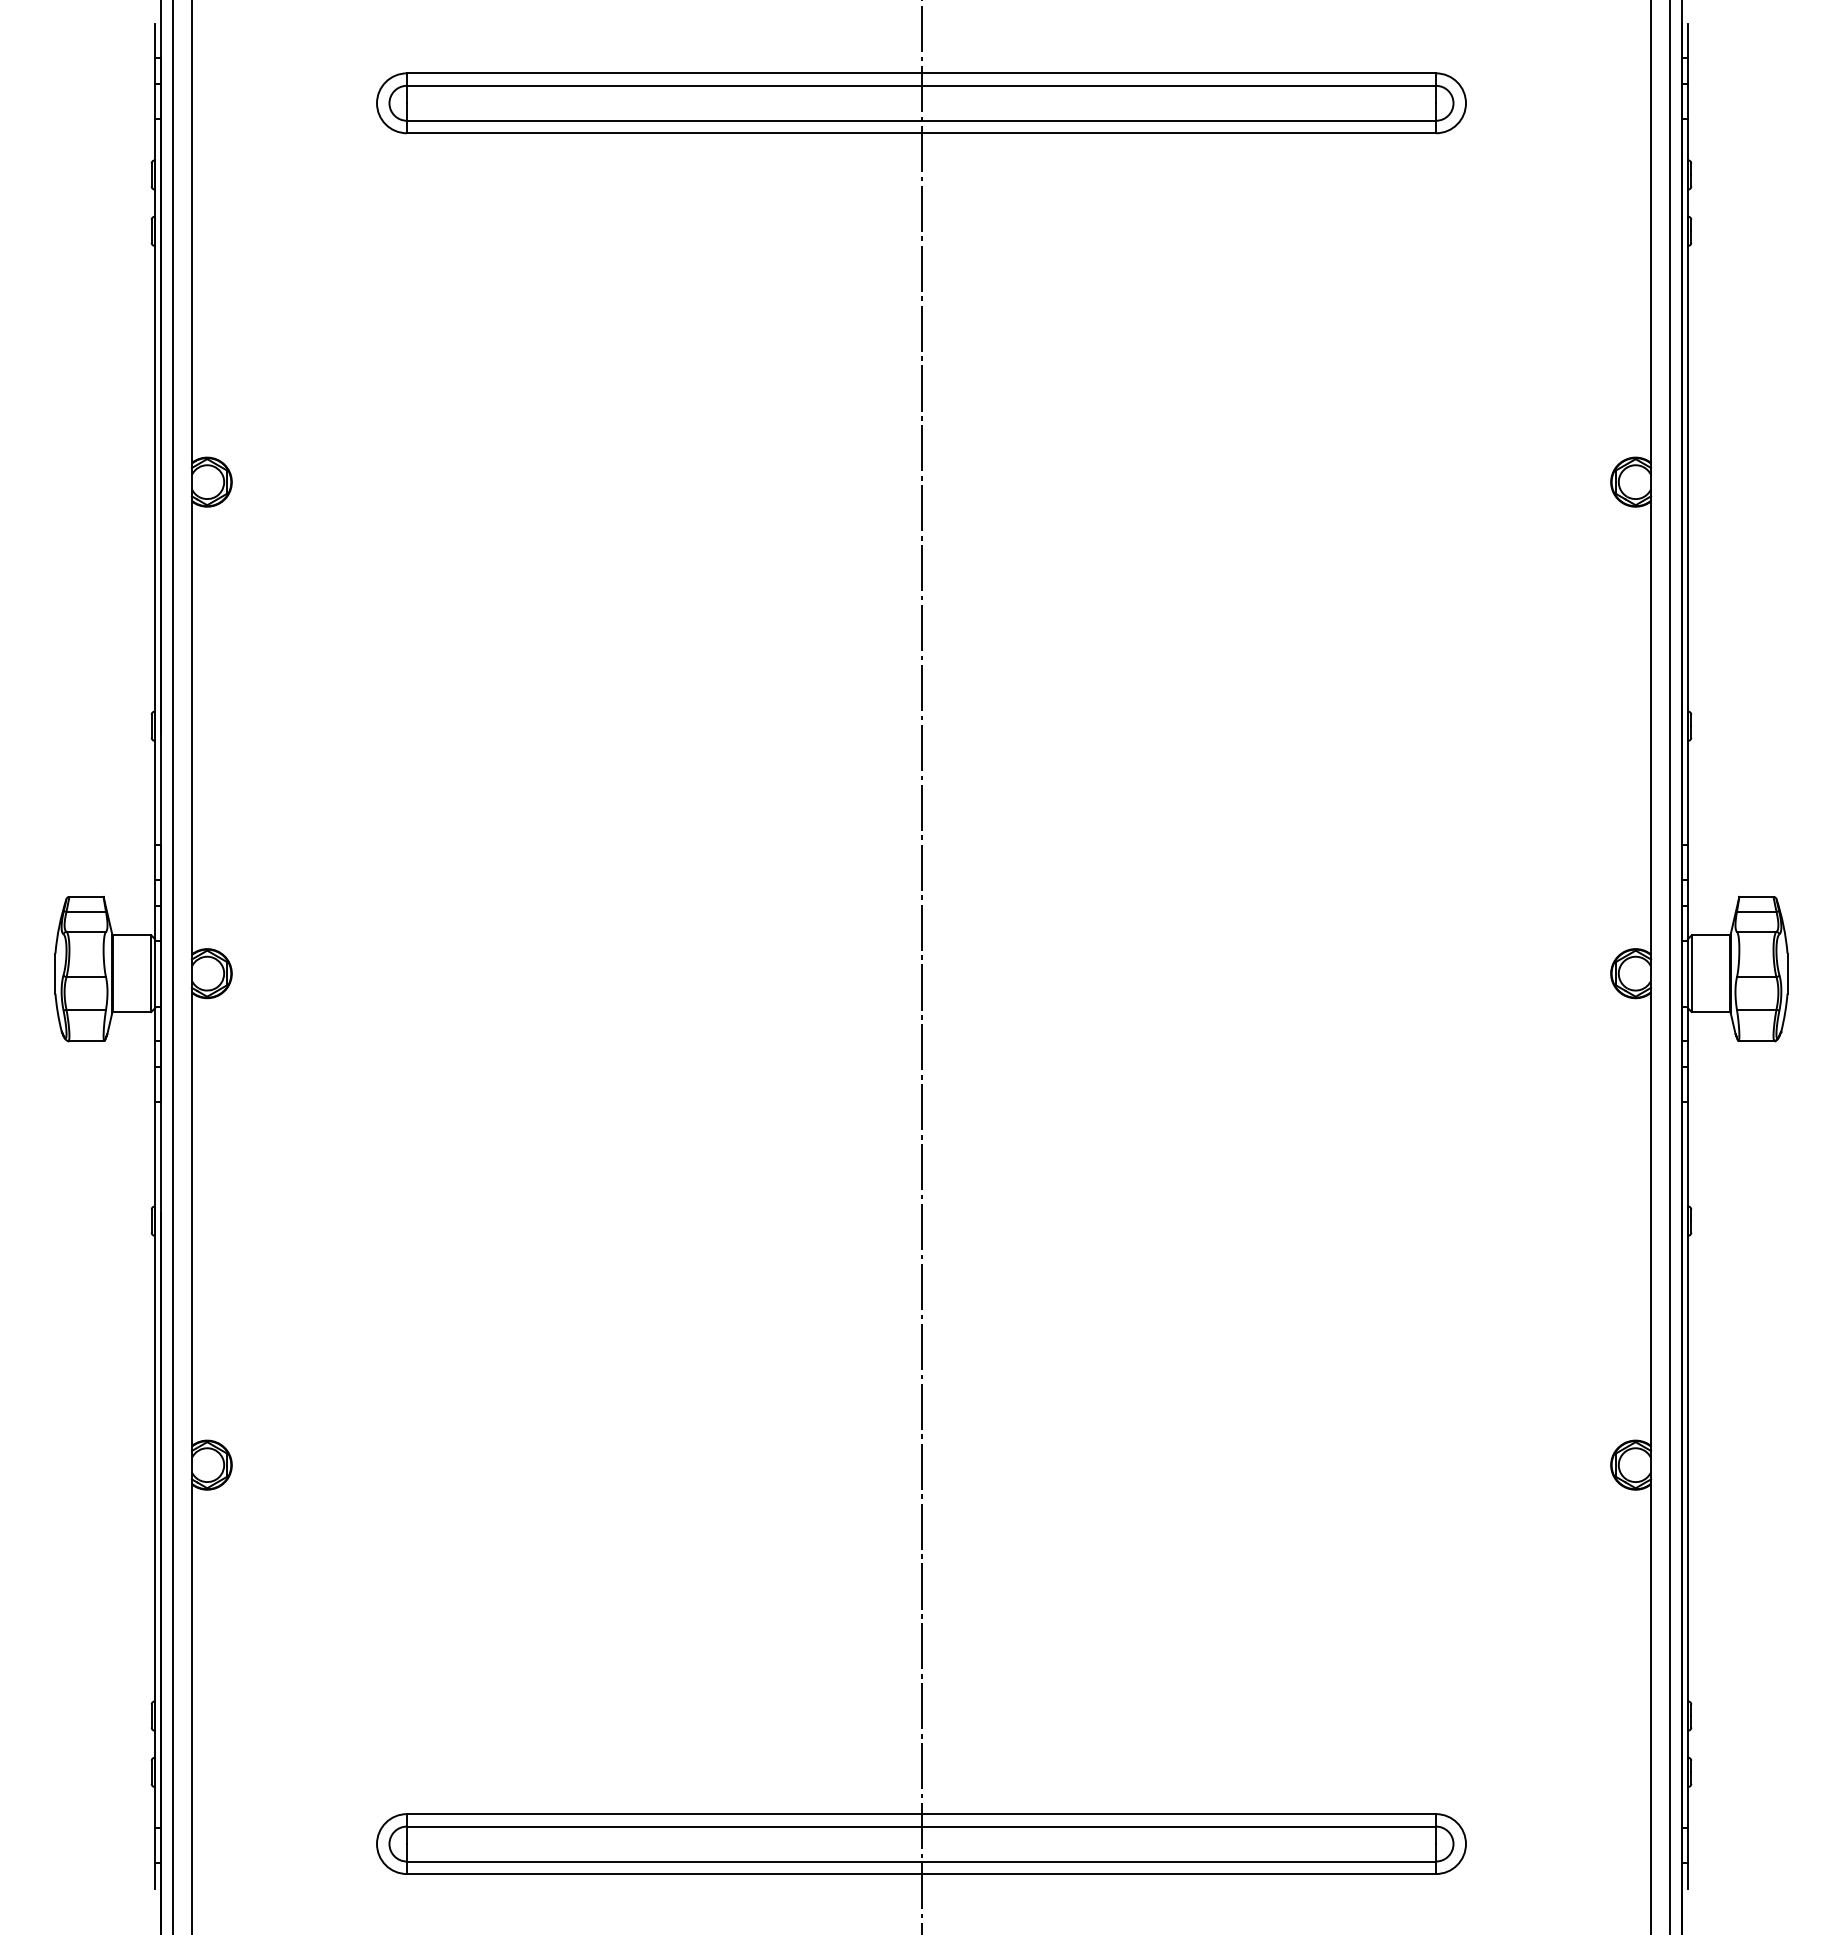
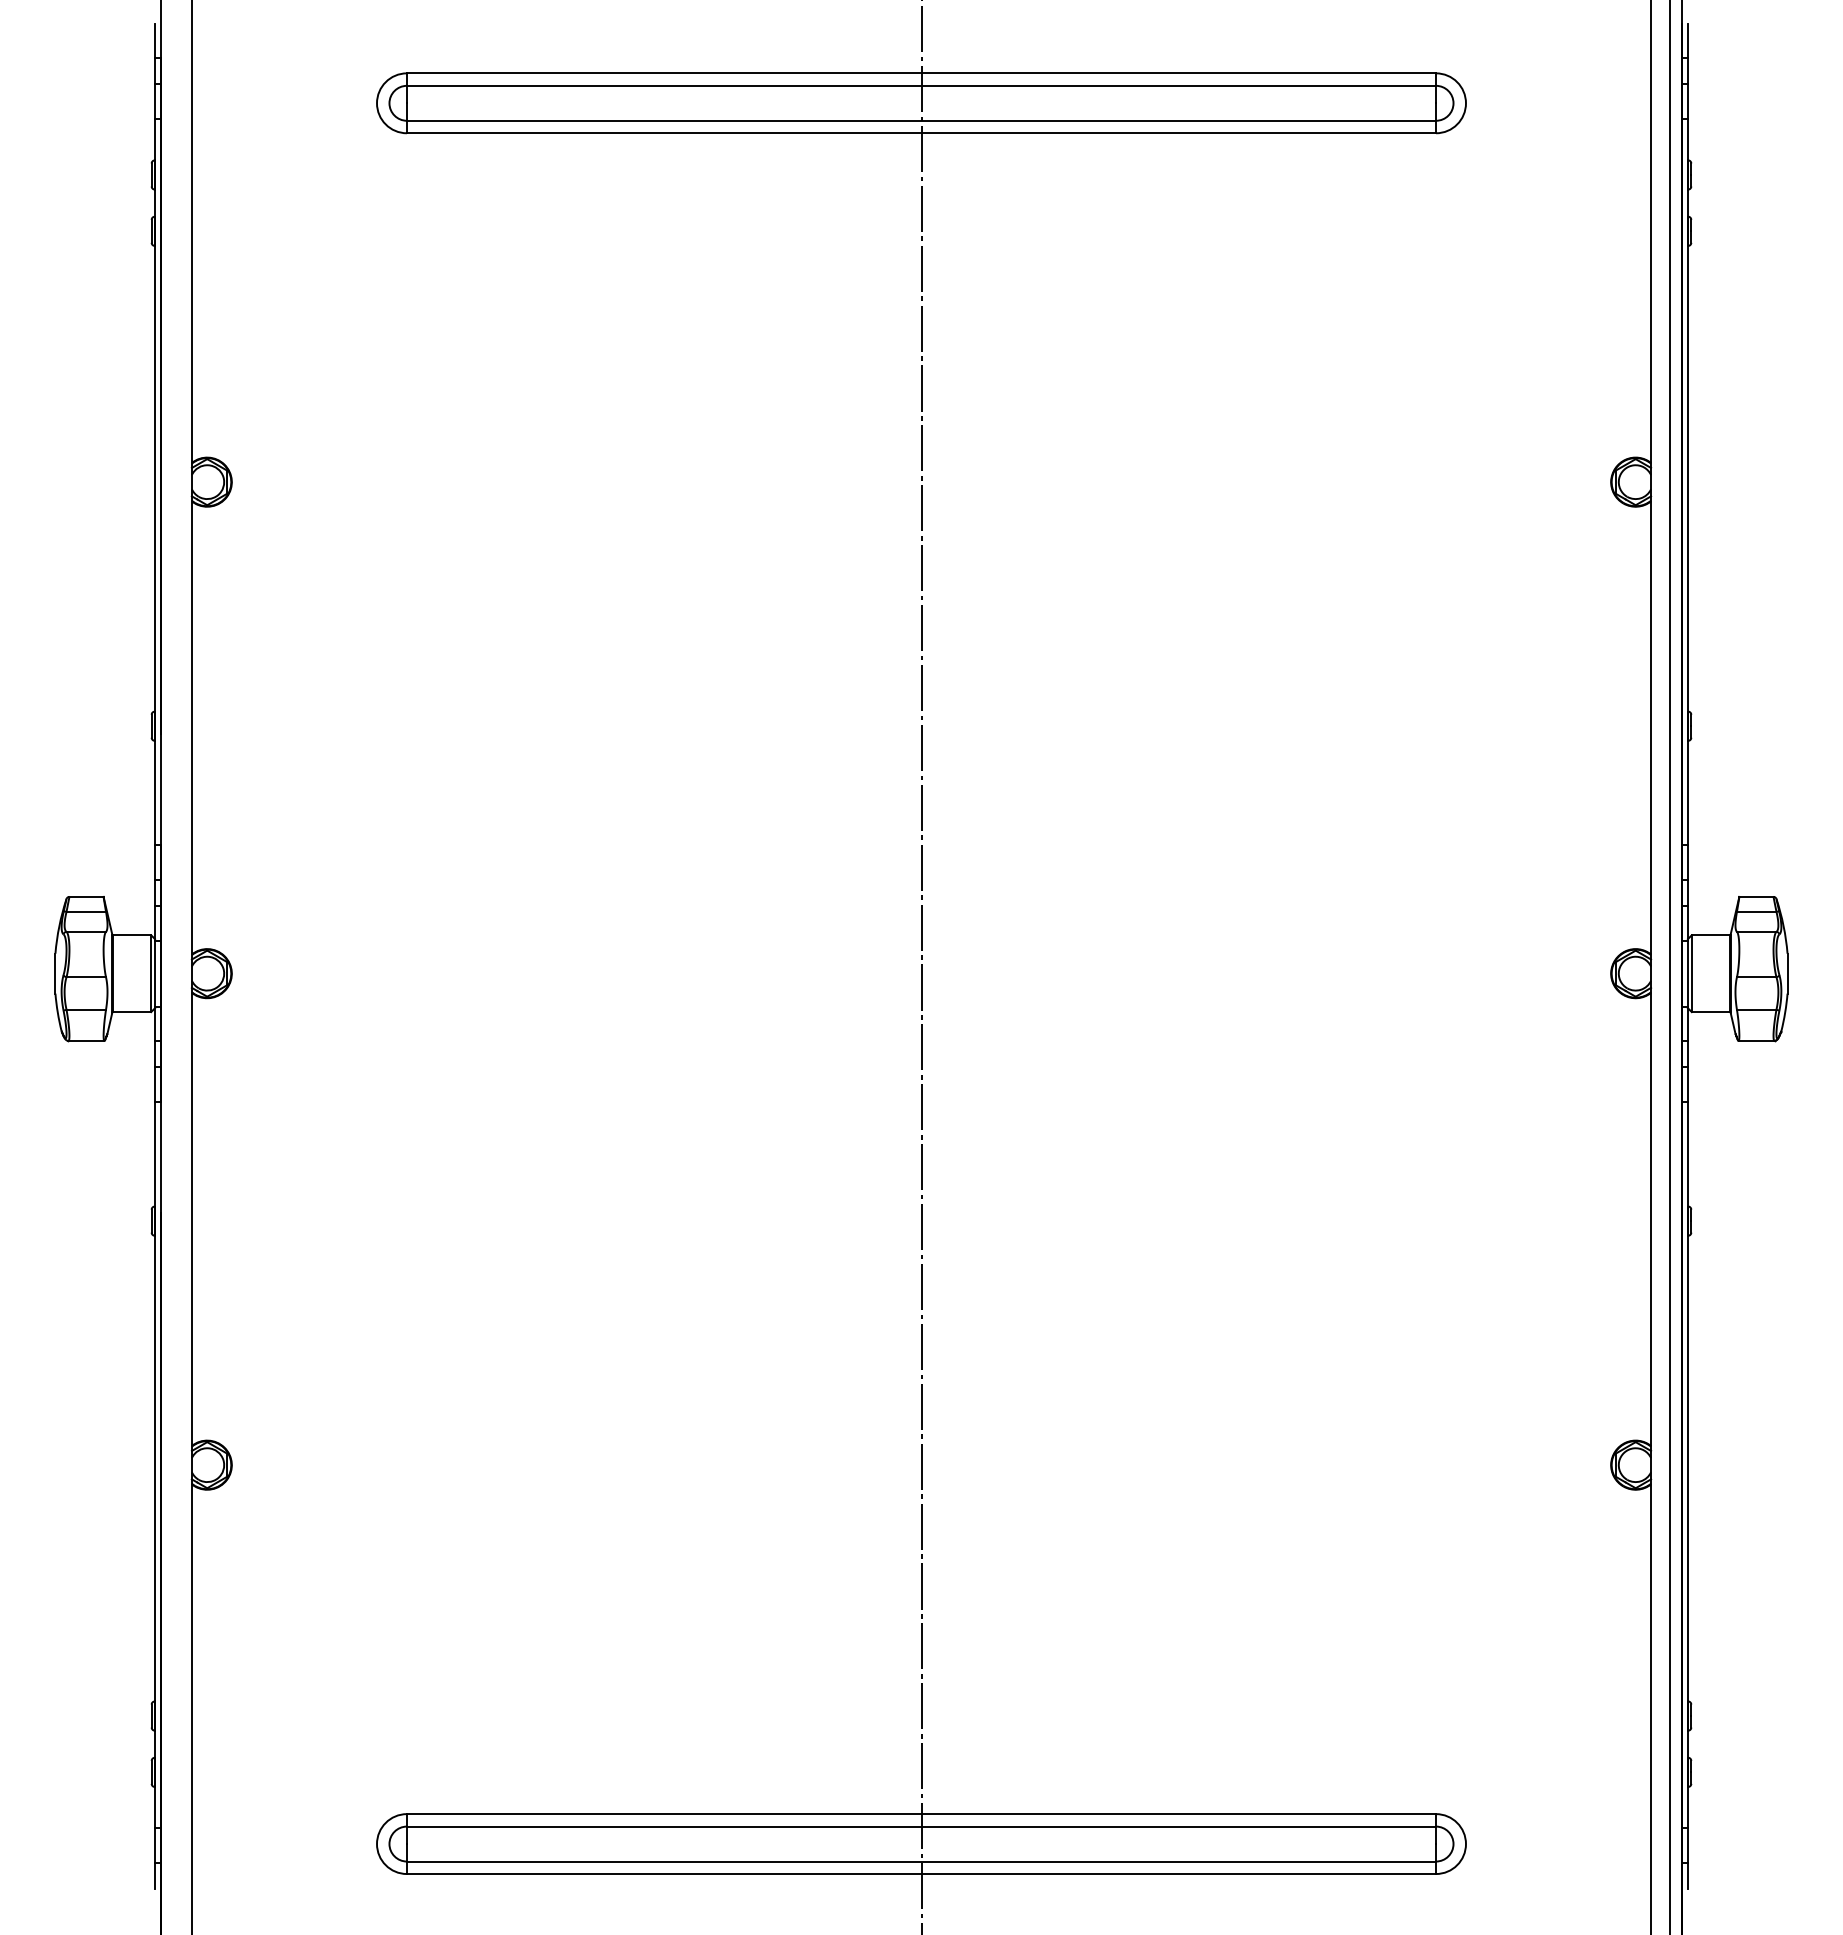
line at (173, 966): present -> none
